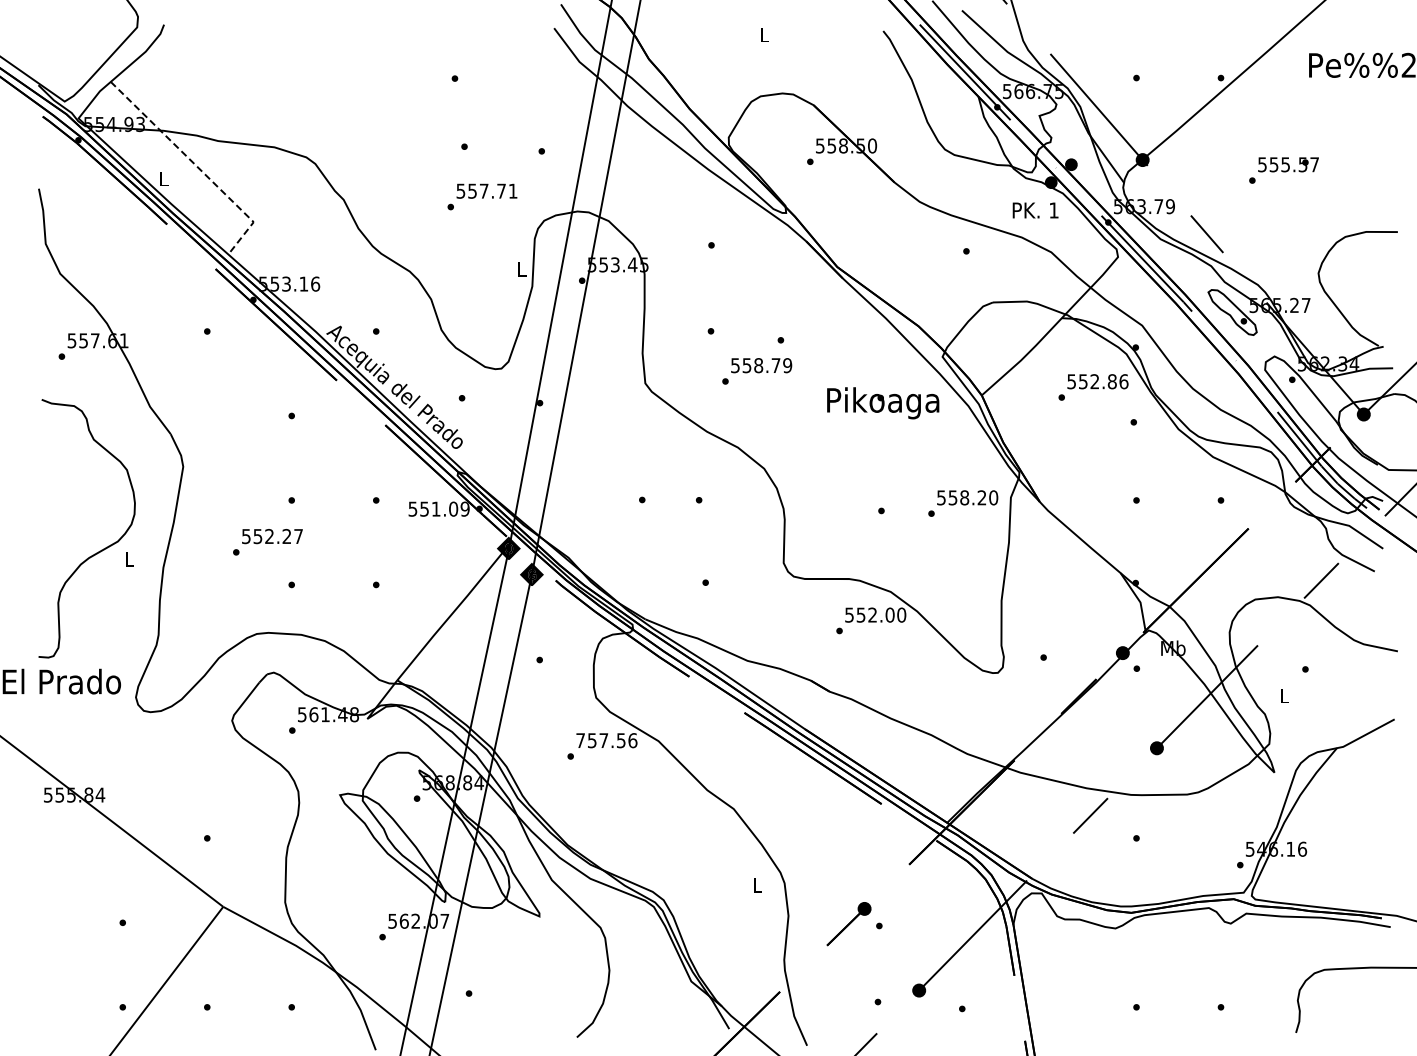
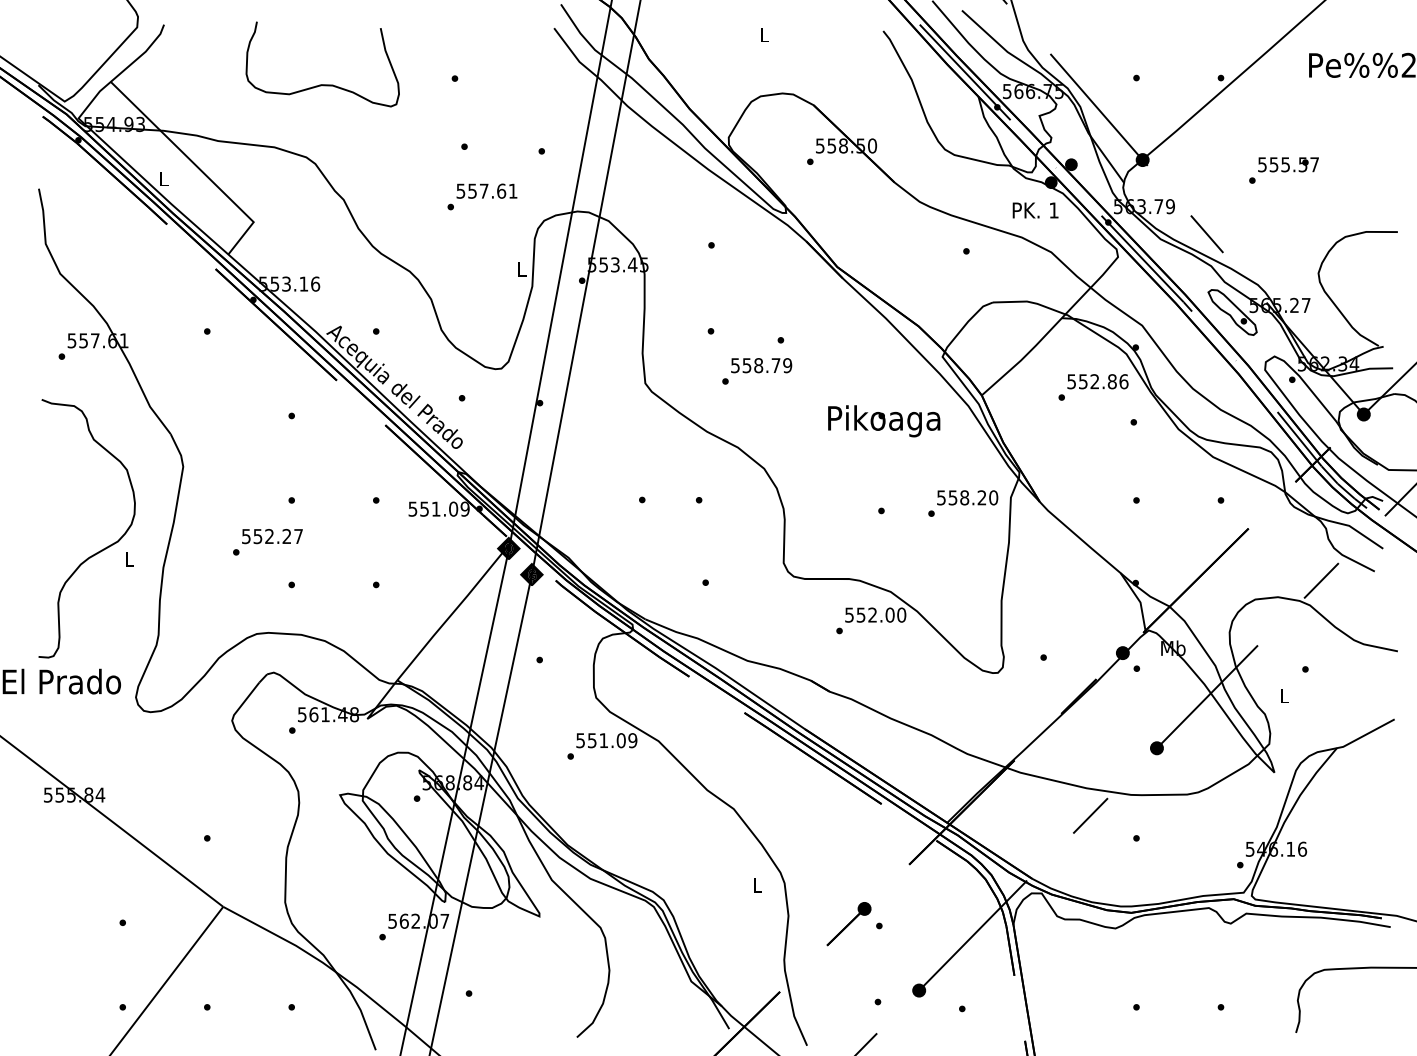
curve at (322, 84): none -> present
line at (197, 167): dashed -> solid
text at (501, 190): 557.71 -> 557.61
text at (883, 403) position: (883, 403) -> (884, 421)
text at (606, 740): 757.56 -> 551.09
